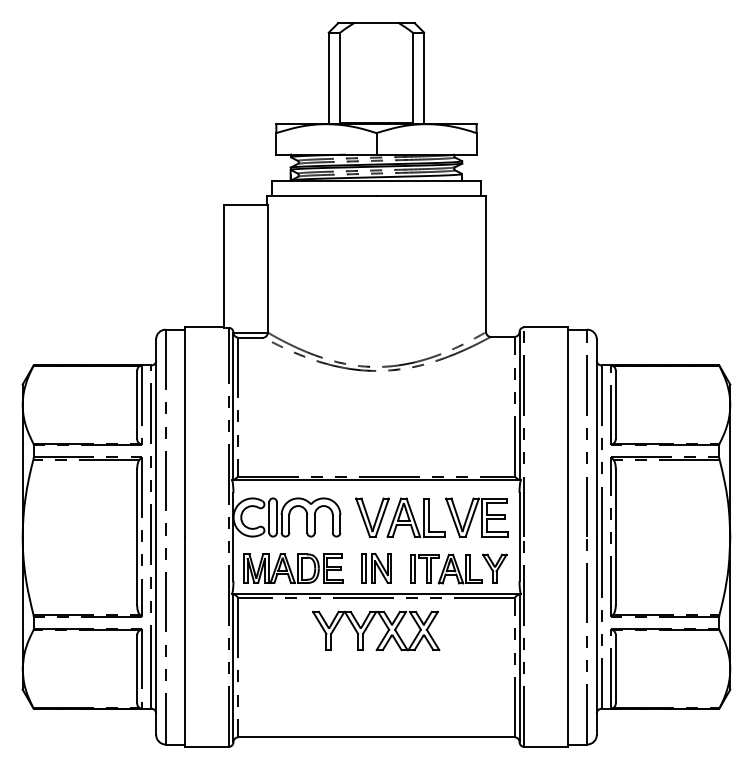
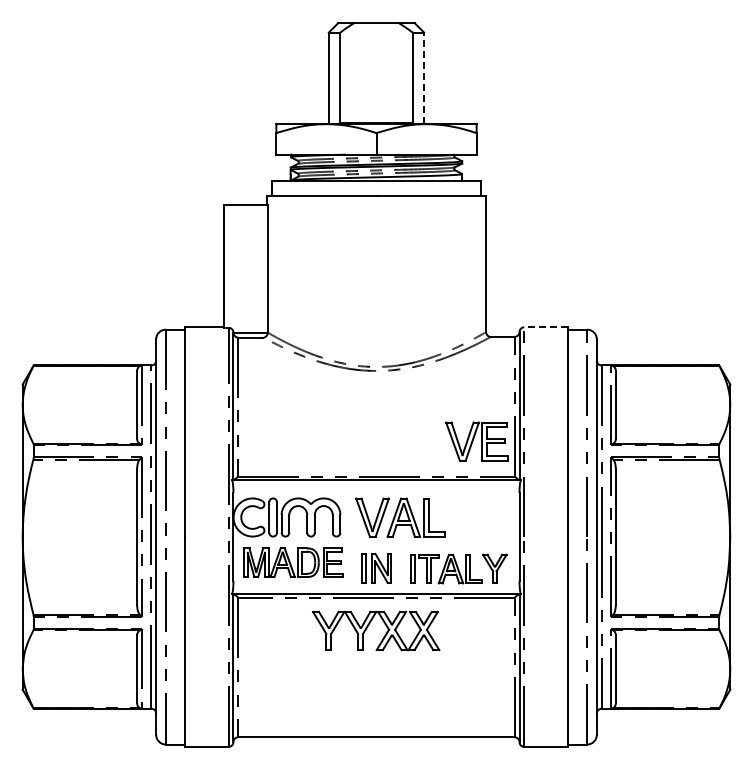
line at (424, 78): solid -> dashed
line at (546, 327): solid -> dashed
part at (476, 517) position: (476, 517) -> (476, 441)
part at (293, 568) position: (293, 568) -> (293, 562)
